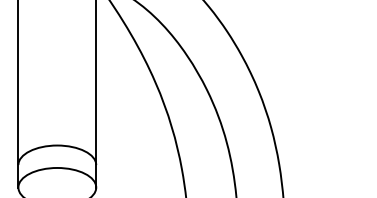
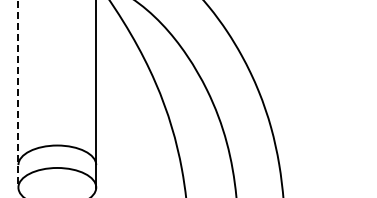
line at (18, 94): solid -> dashed
